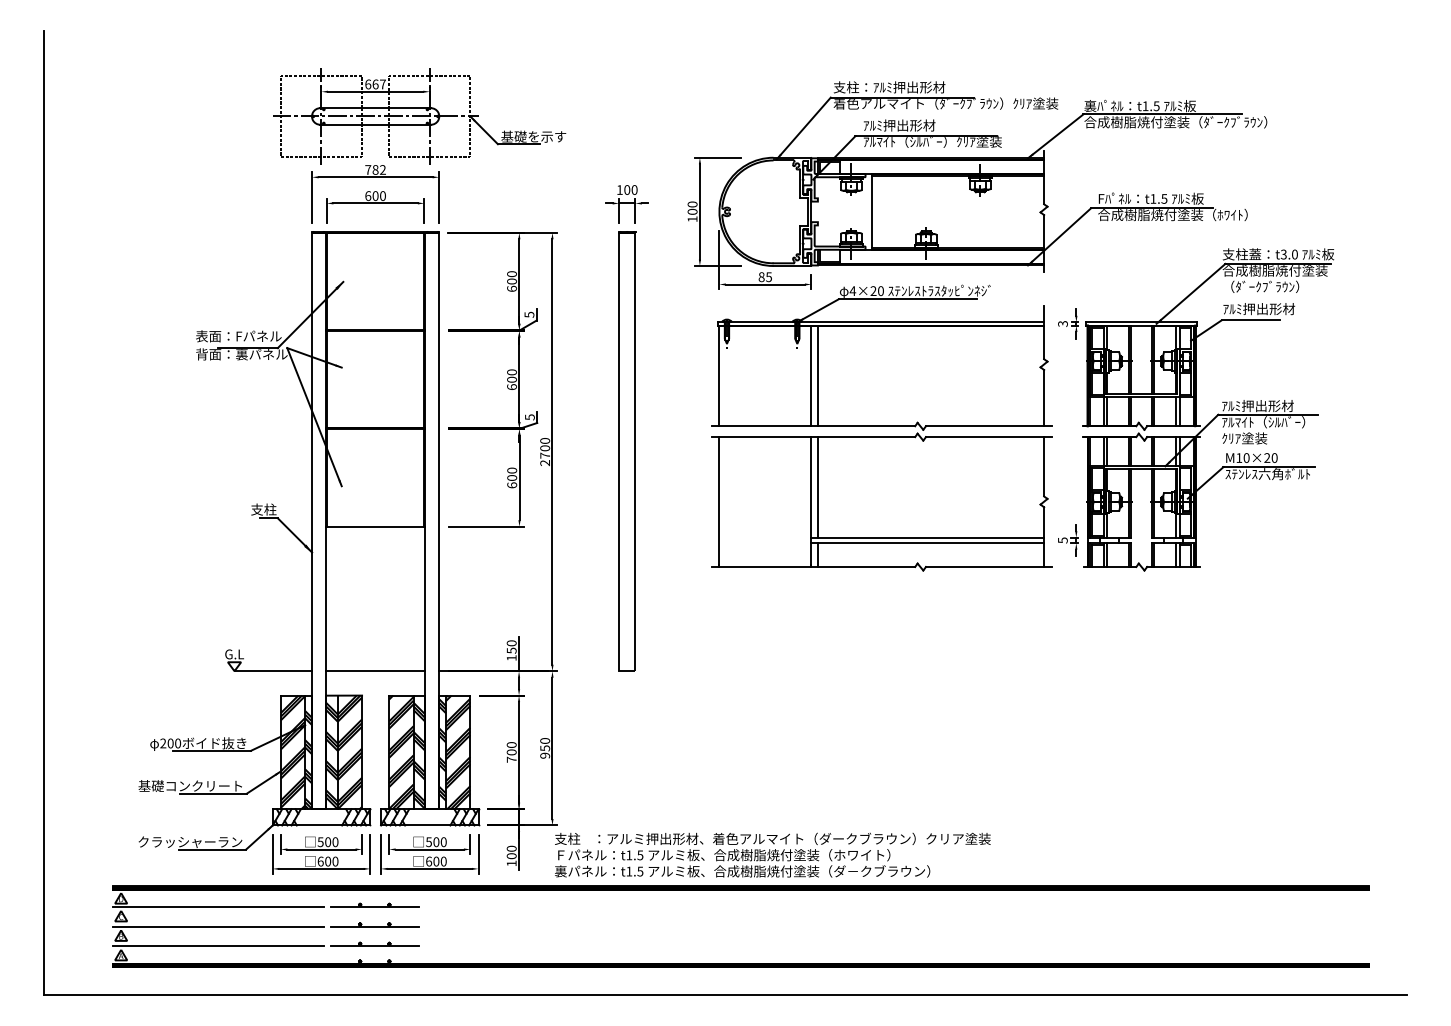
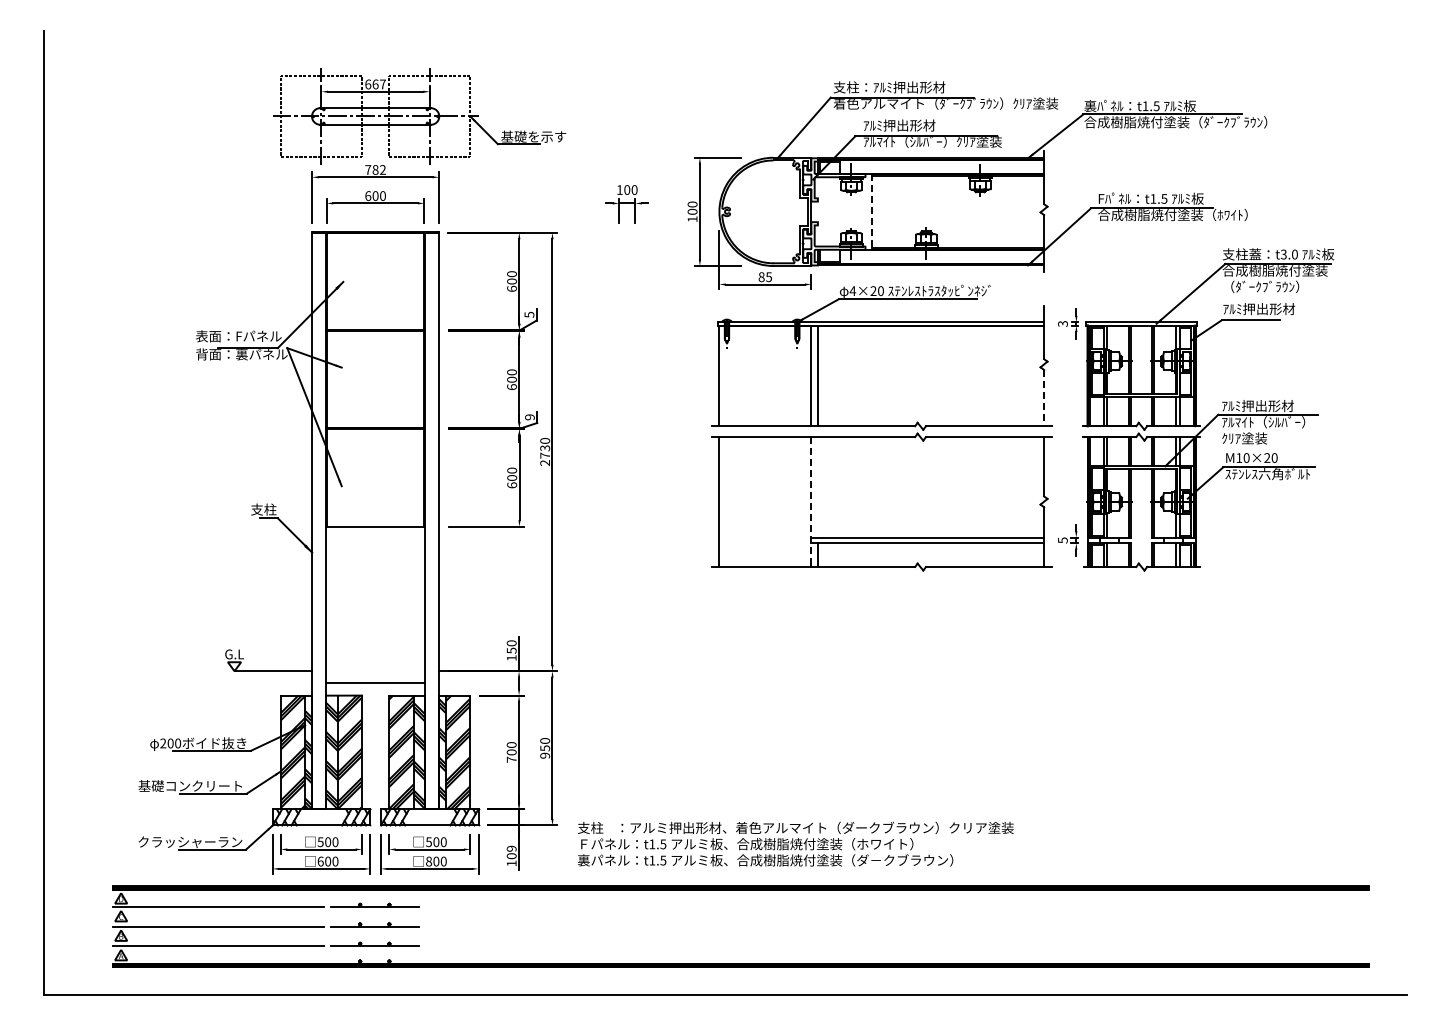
line at (872, 211): solid -> dashed
line at (1044, 398): solid -> dashed
text at (529, 417): 5 -> 9
text at (545, 448): 2700 -> 2730
part at (627, 451): present -> none
line at (817, 487): present -> none
line at (811, 502): solid -> dashed
line at (375, 671) position: (375, 671) -> (375, 683)
text at (511, 848): 100 -> 109
text at (772, 854) position: (772, 854) -> (795, 843)
text at (429, 861): 600 -> 800
